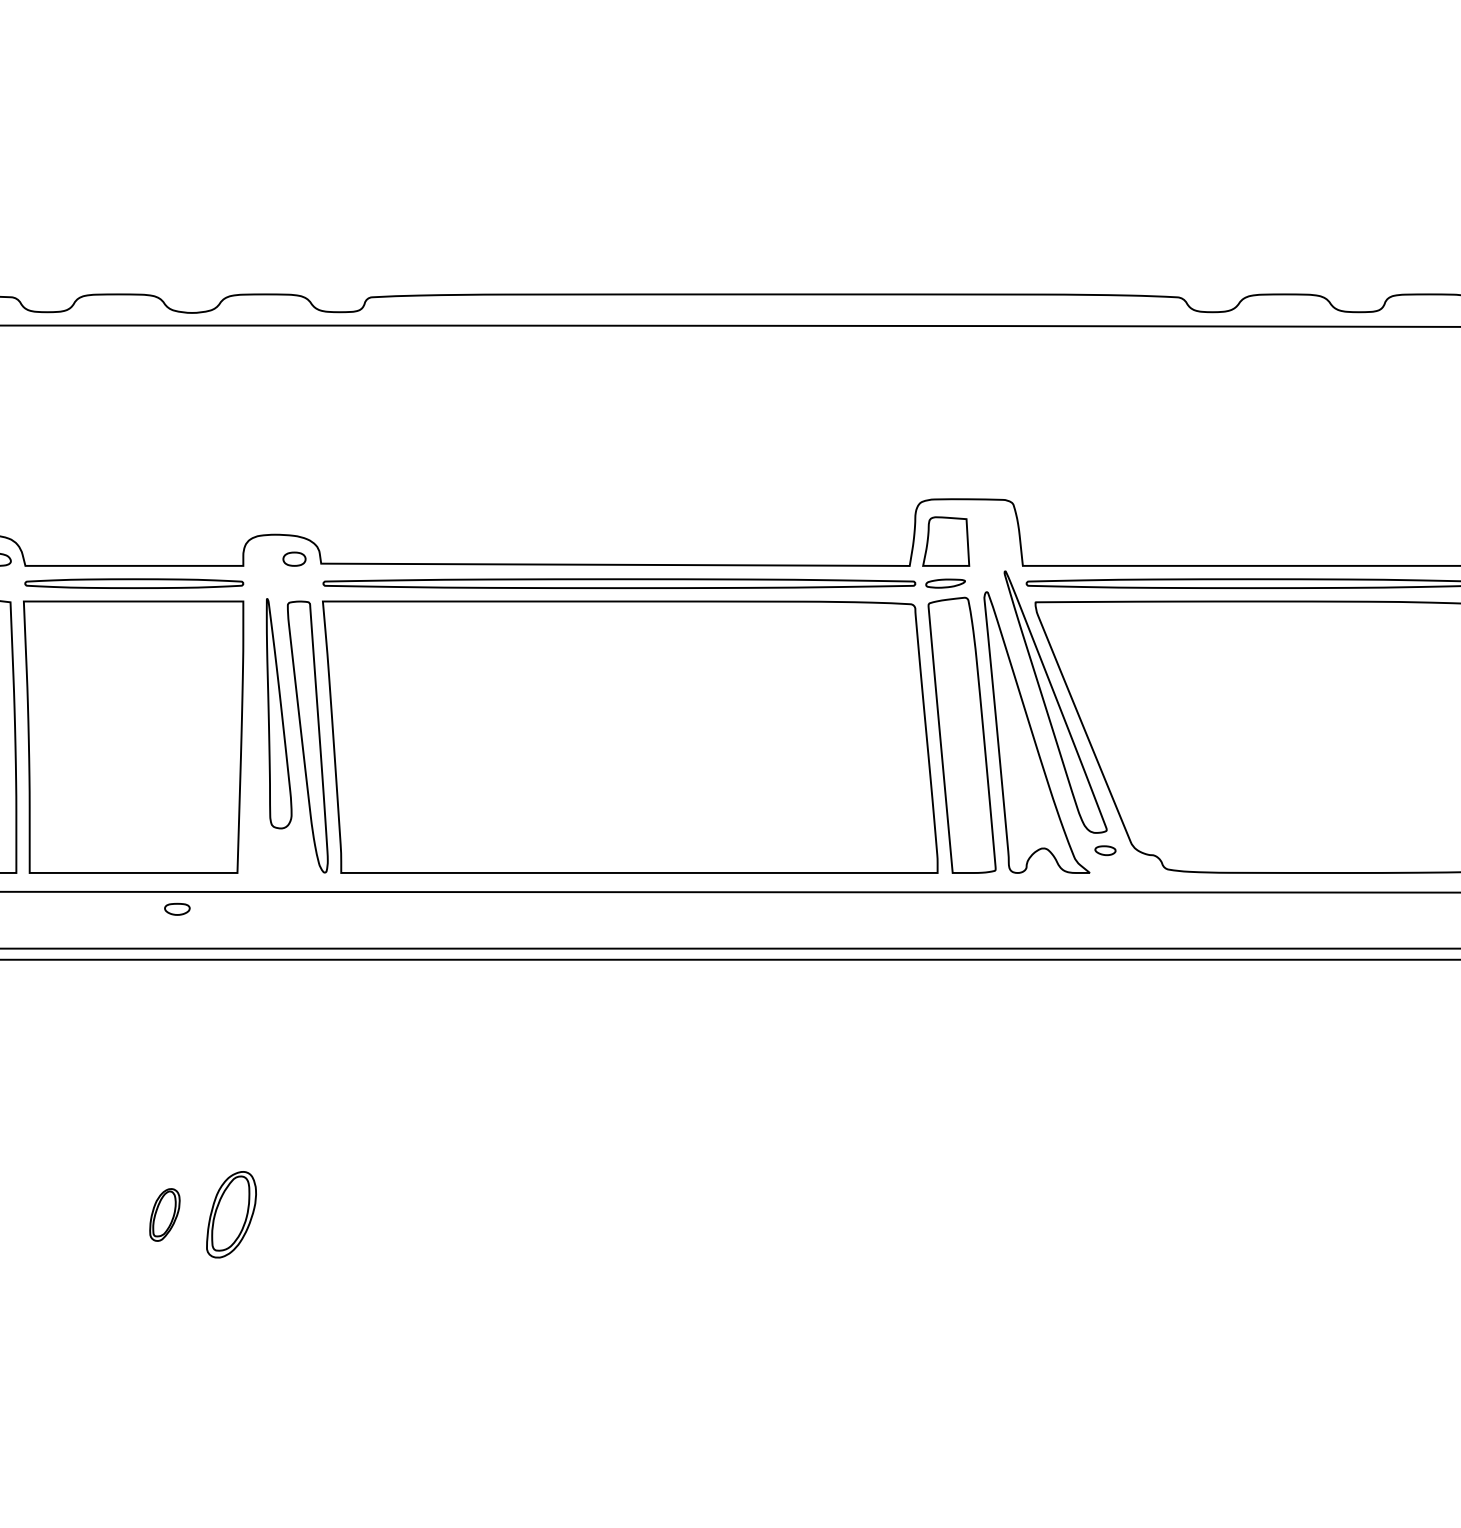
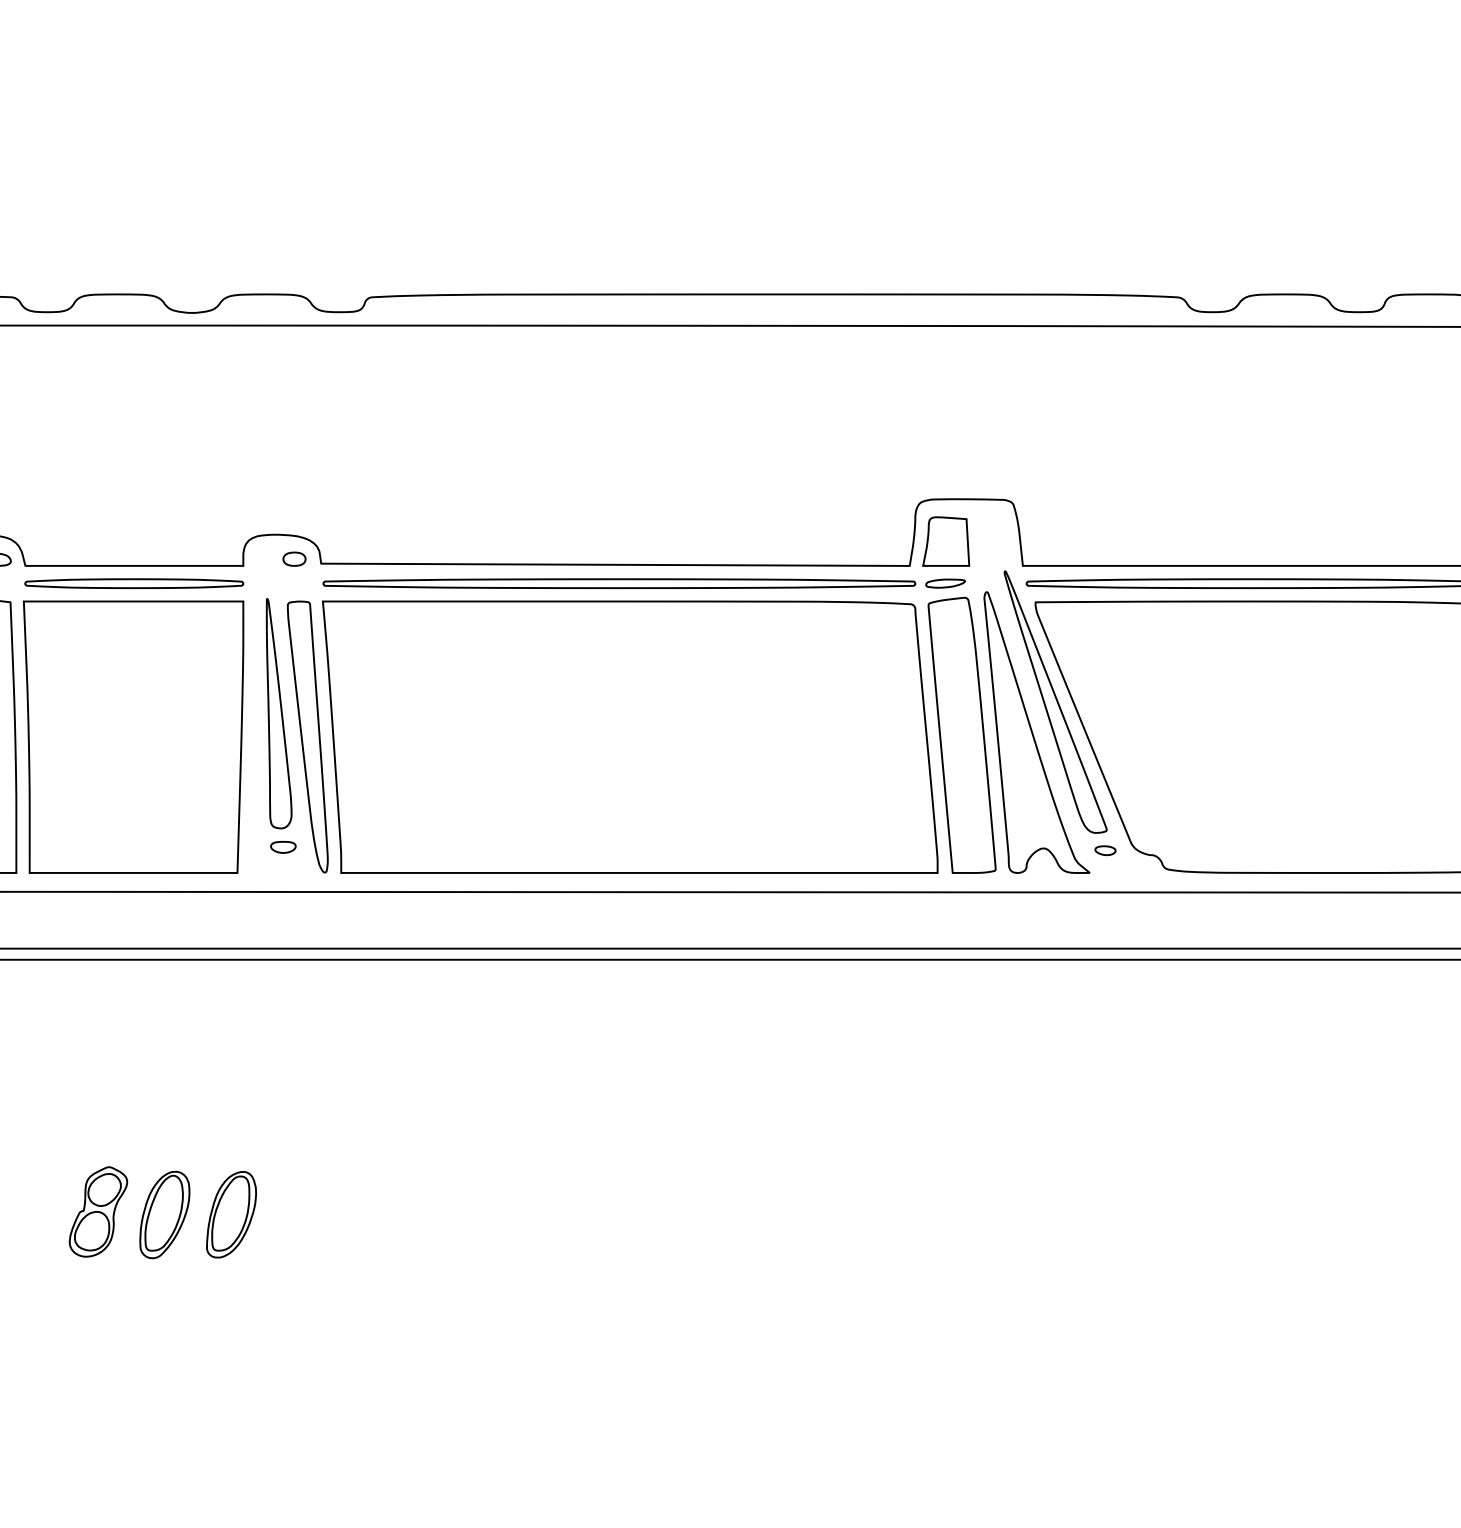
part at (177, 908) position: (177, 908) -> (283, 846)
part at (98, 1211): none -> present
part at (164, 1214) size: 32x54 px -> 52x90 px
